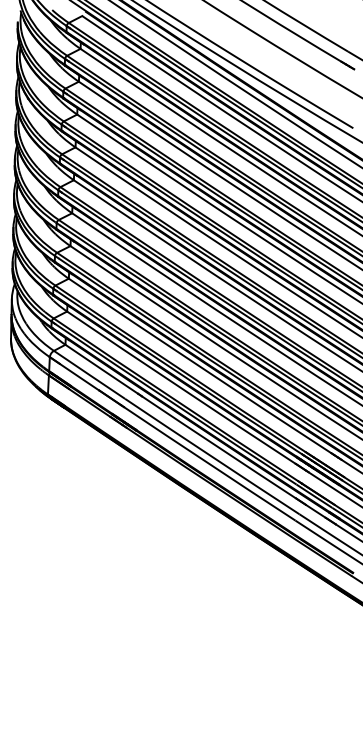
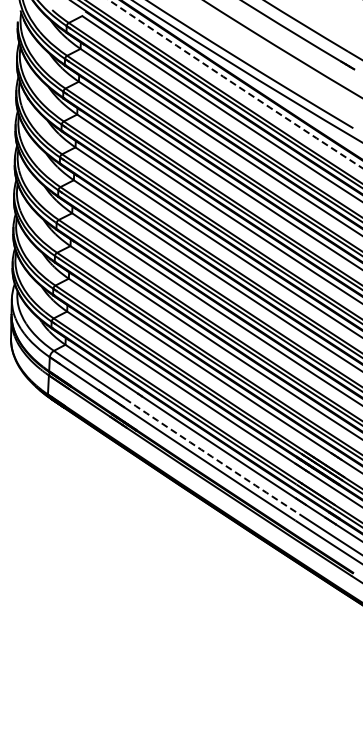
arc at (235, 84): solid -> dashed
arc at (212, 456): solid -> dashed
